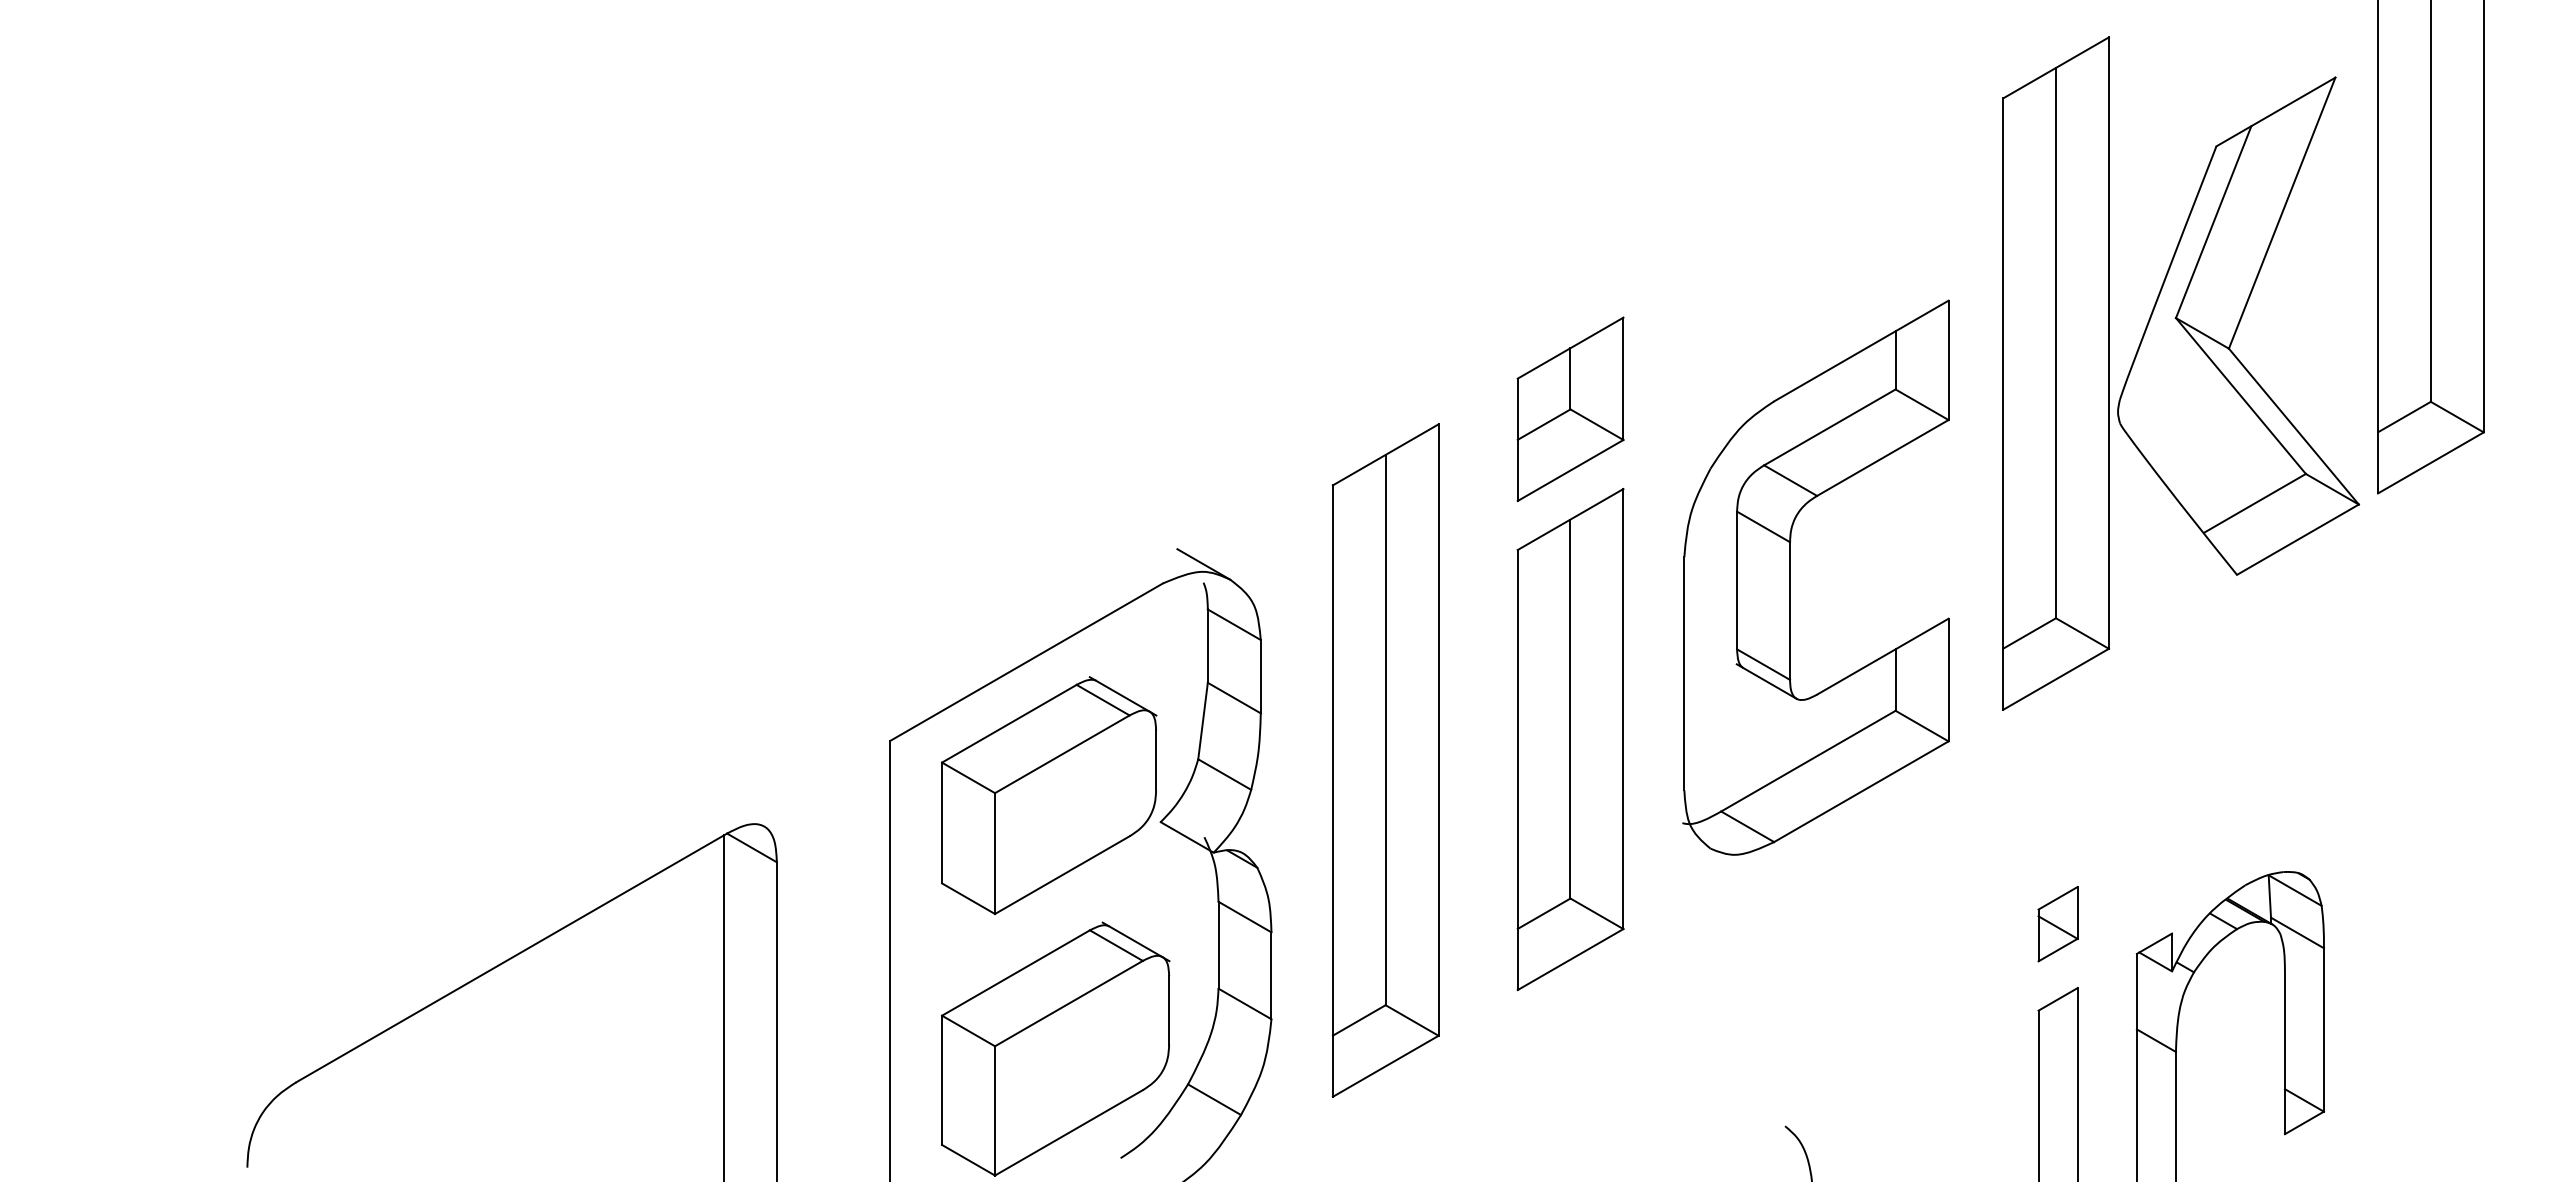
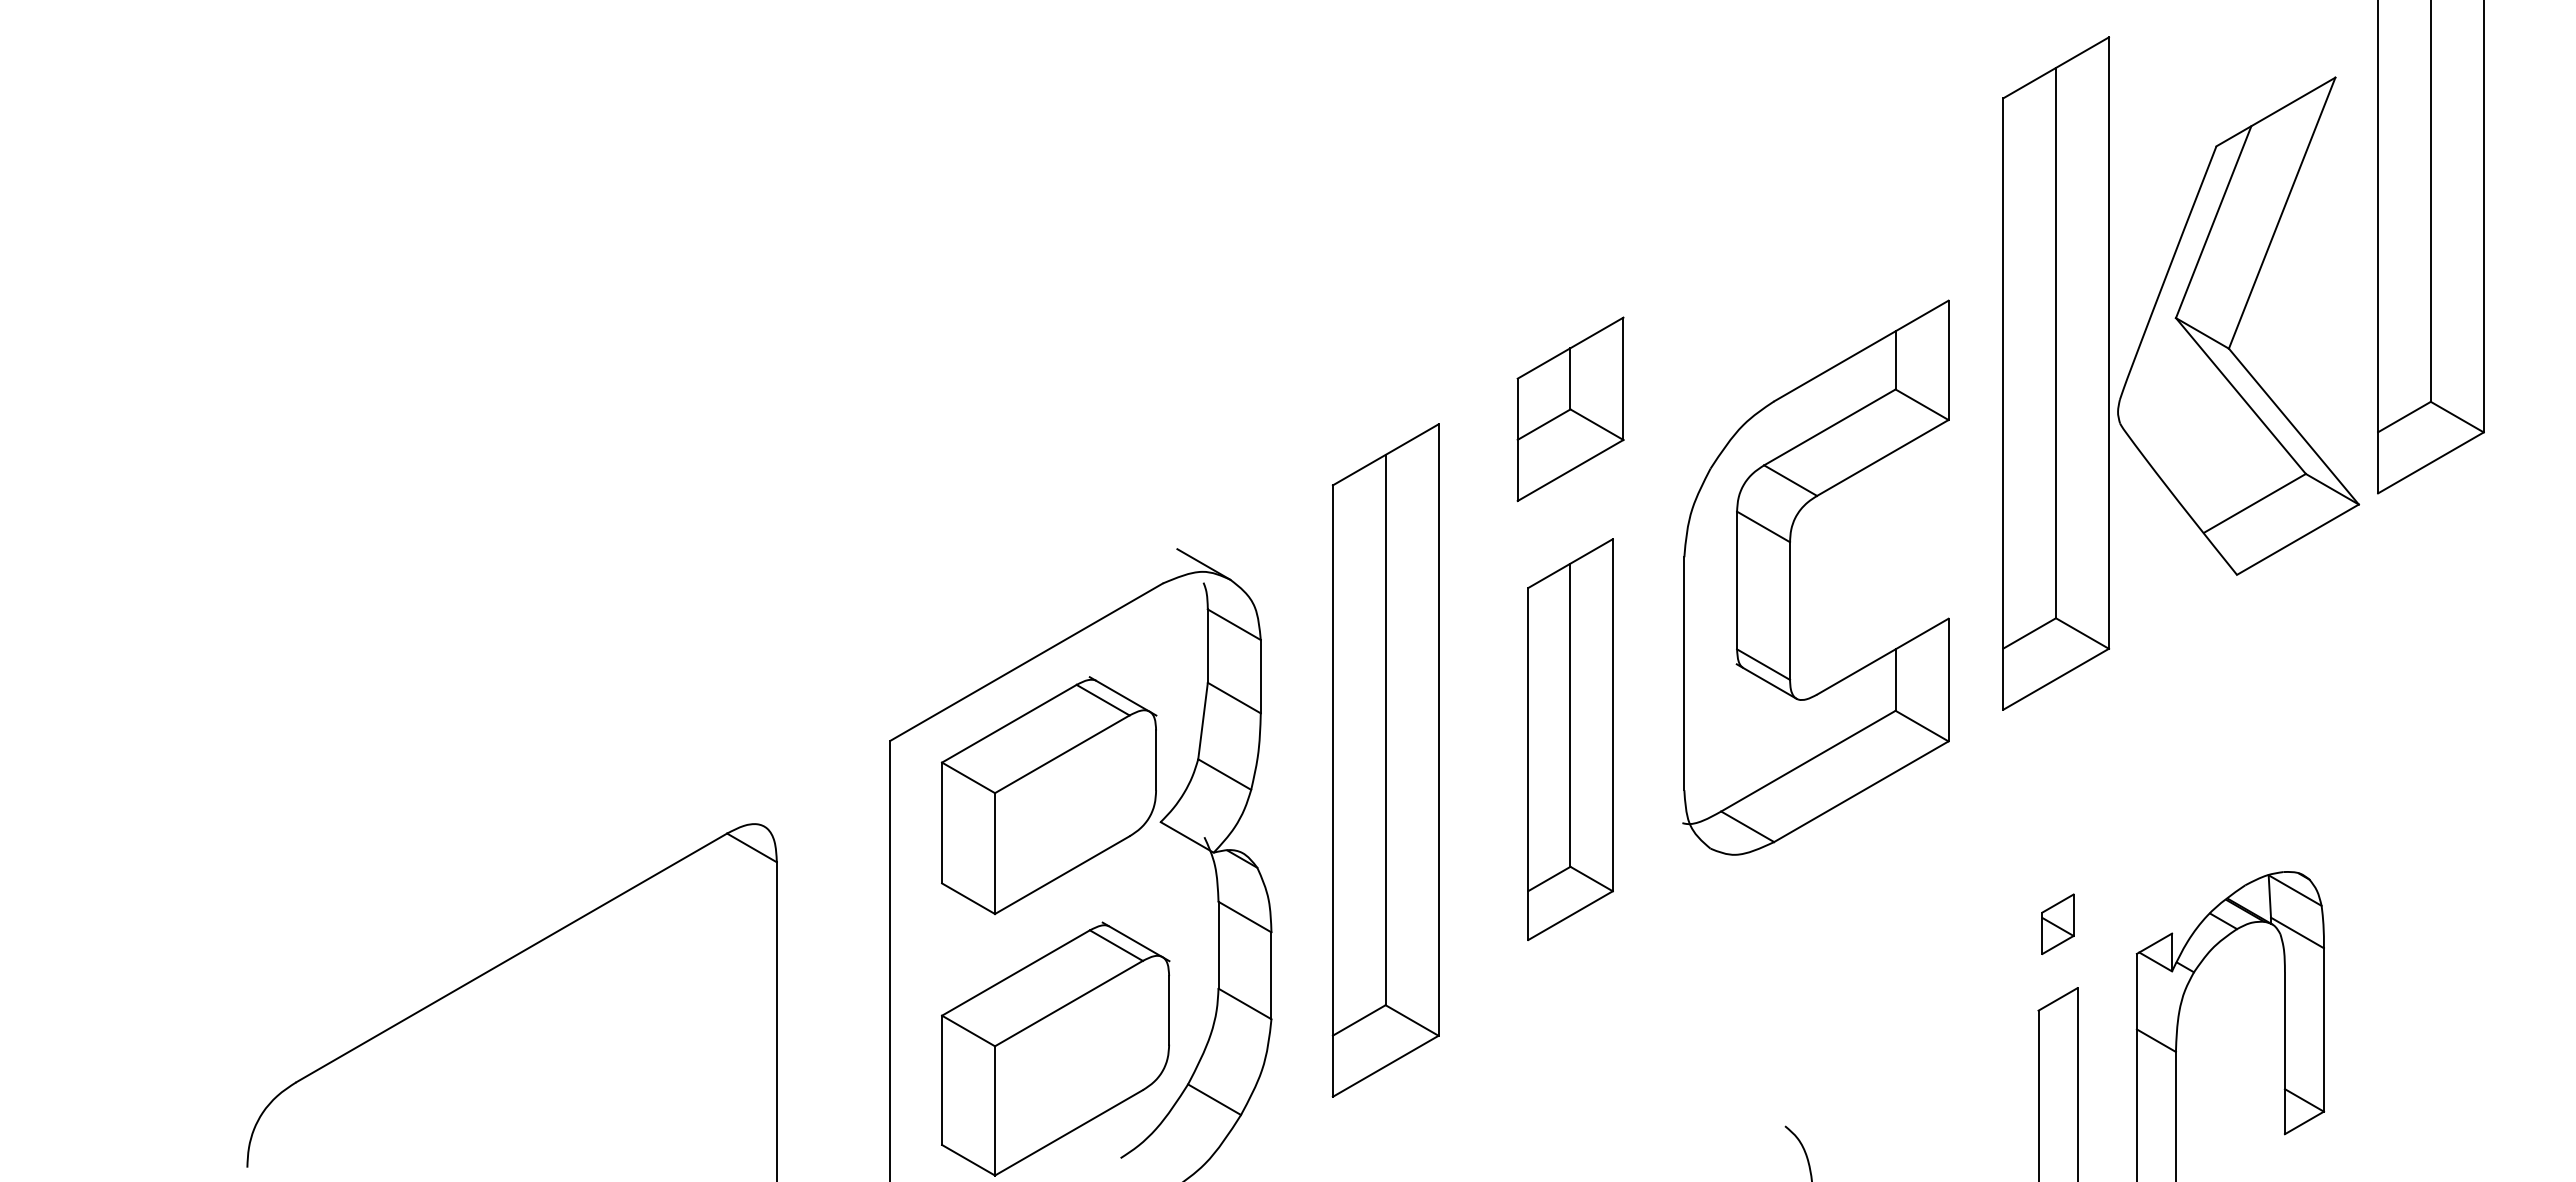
part at (1570, 739) size: 109x504 px -> 87x403 px
part at (2057, 924) size: 42x77 px -> 34x62 px
line at (723, 1006): present -> none
